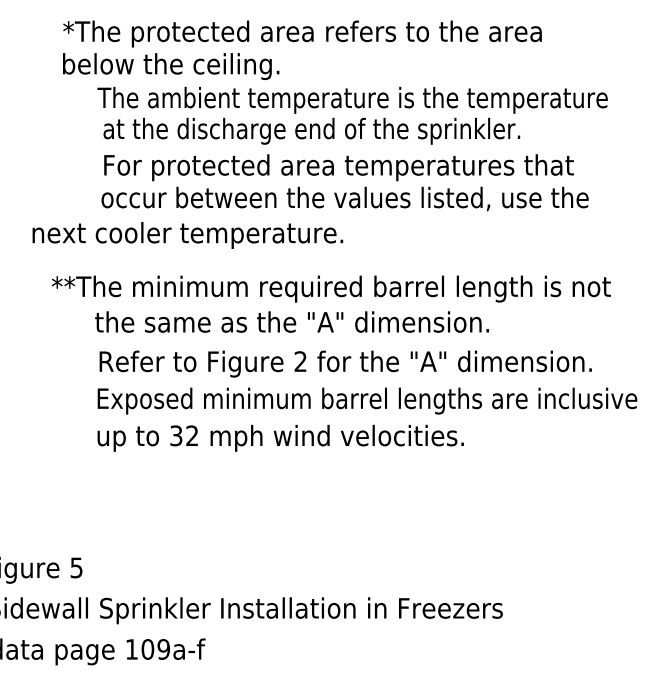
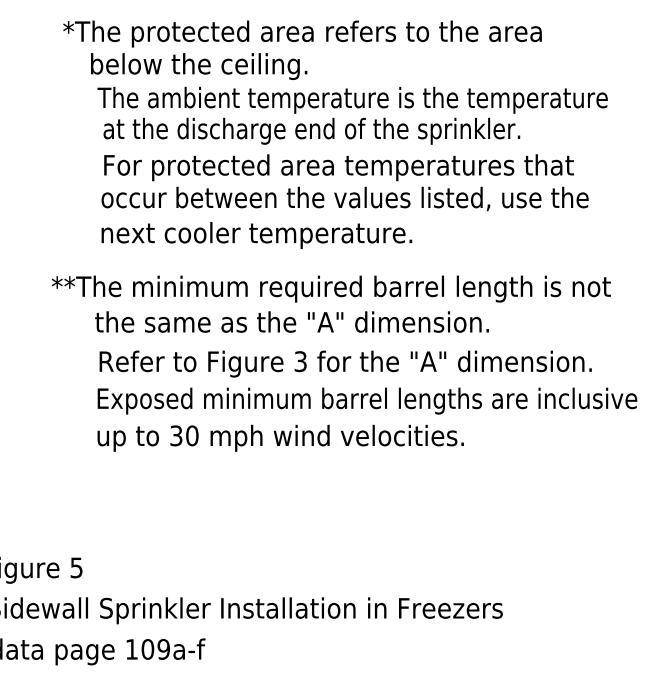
text at (171, 66) position: (171, 66) -> (199, 66)
text at (187, 235) position: (187, 235) -> (256, 235)
text at (300, 361): 2 -> 3
text at (192, 435): 32 -> 30
